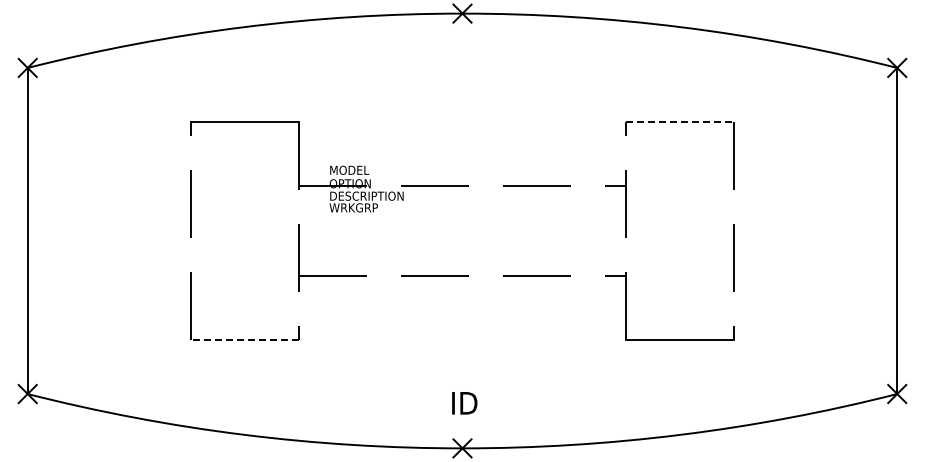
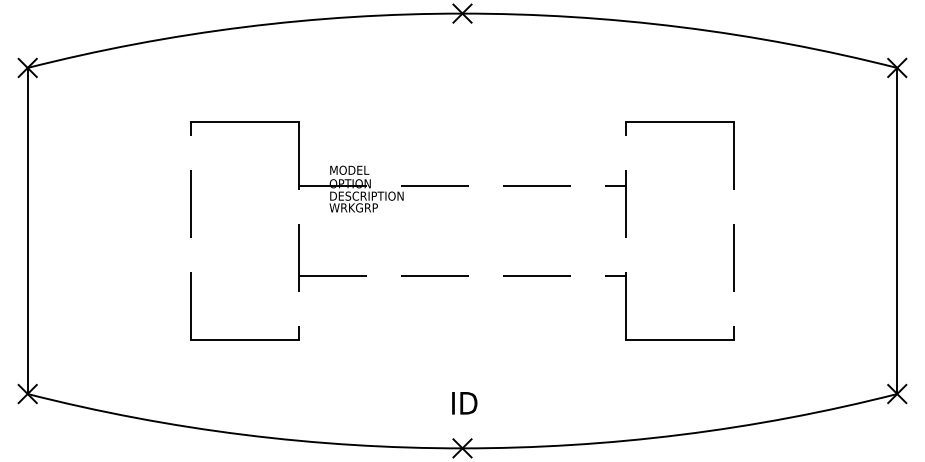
line at (680, 122): dashed -> solid
line at (244, 339): dashed -> solid
